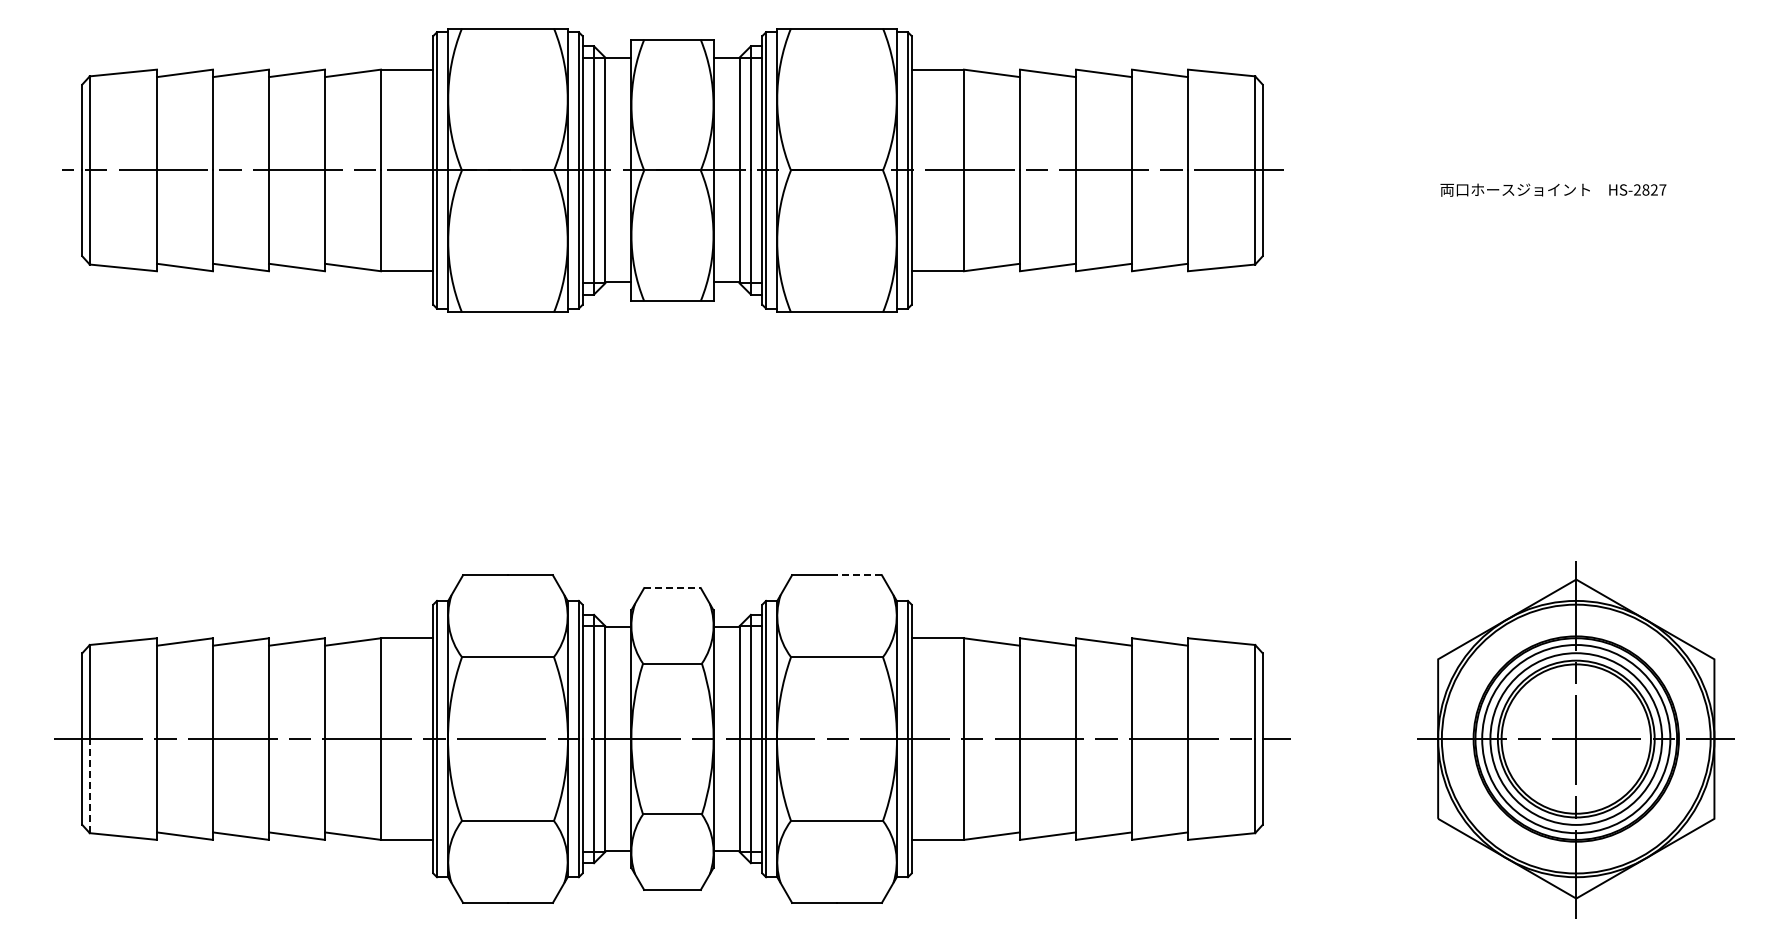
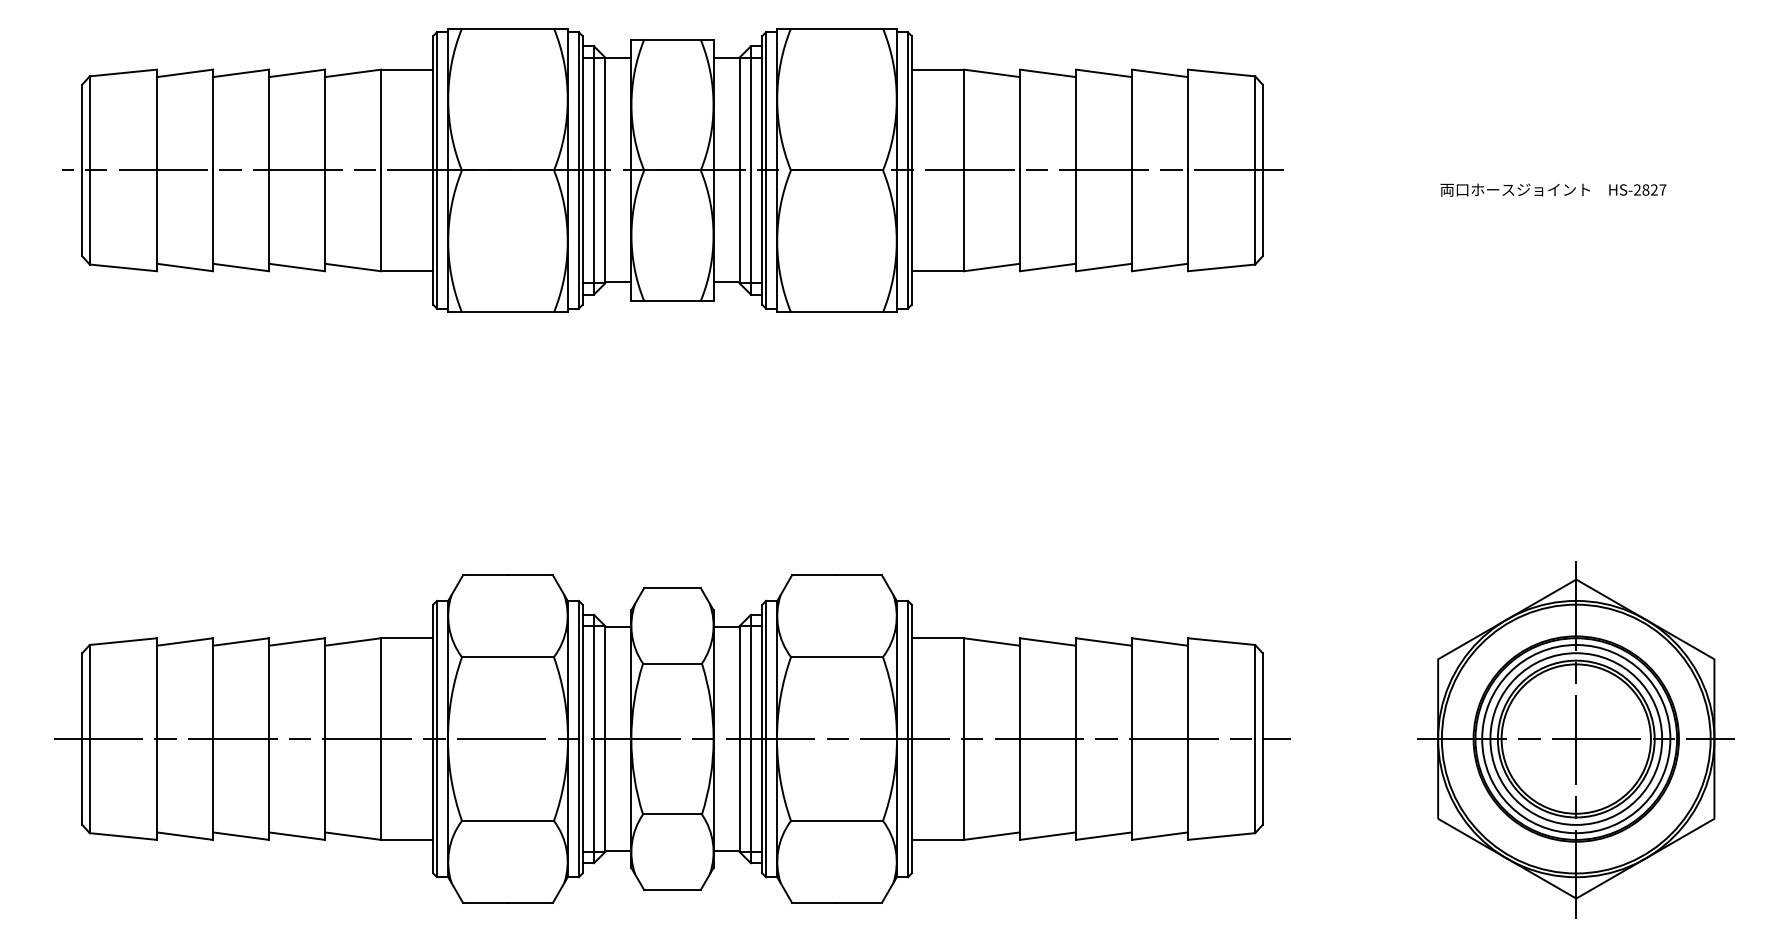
line at (858, 575): dashed -> solid
line at (673, 588): dashed -> solid
line at (89, 785): dashed -> solid
